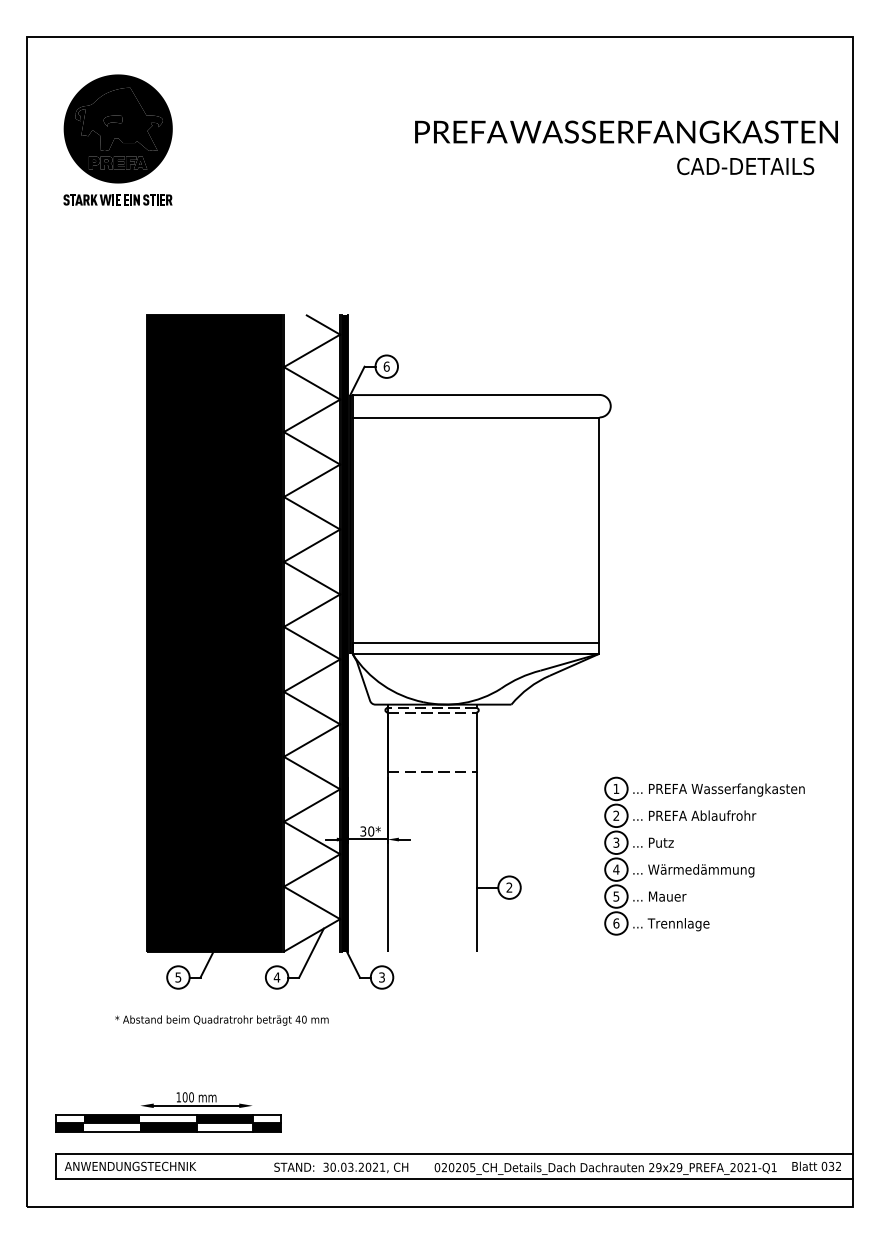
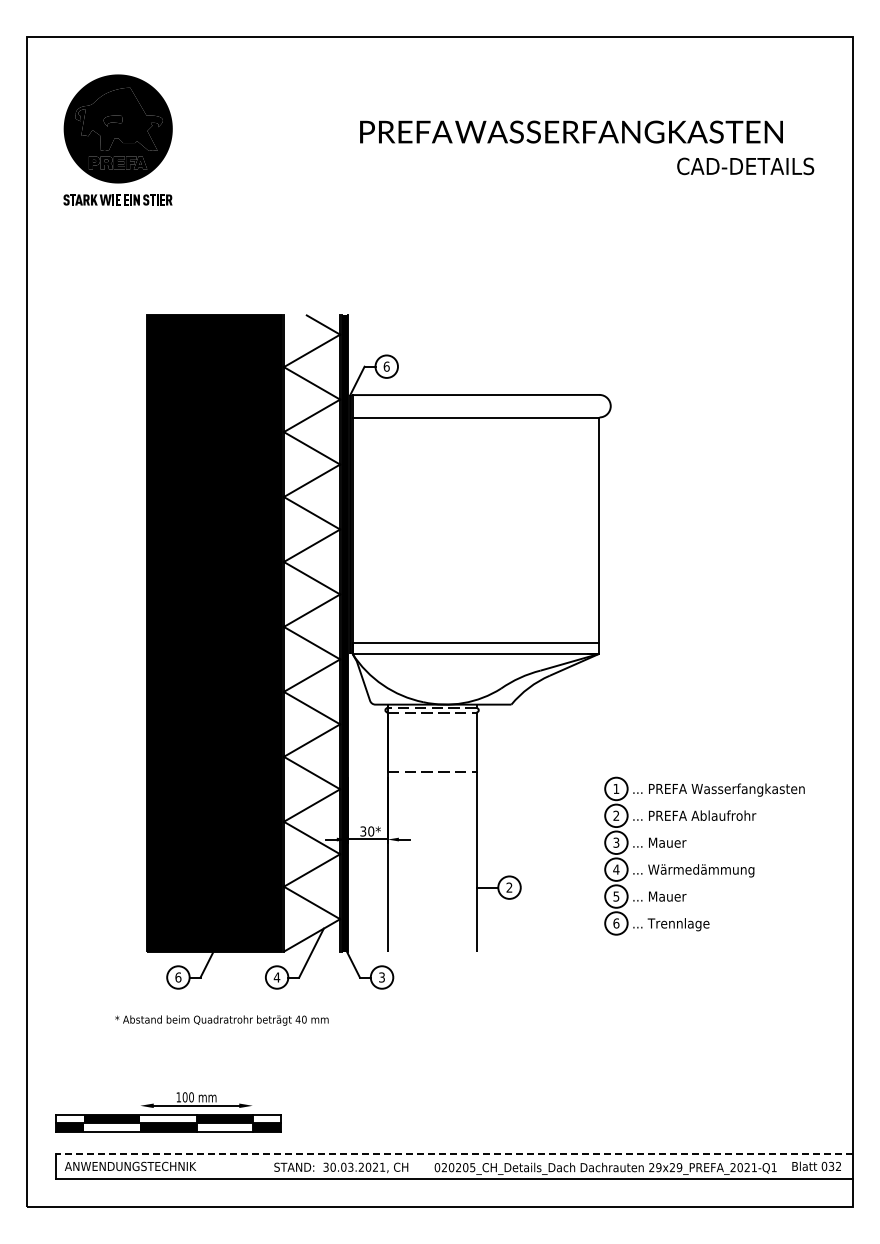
text at (626, 131) position: (626, 131) -> (571, 131)
text at (668, 842): ... Putz -> ... Mauer
text at (178, 977): 5 -> 6
line at (454, 1154): solid -> dashed
